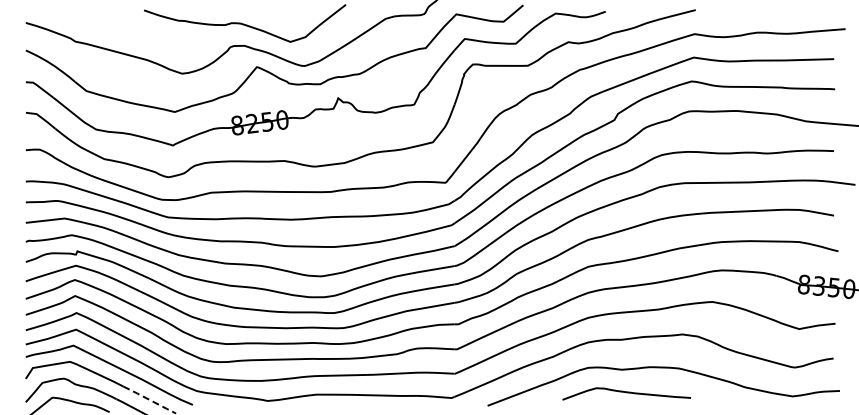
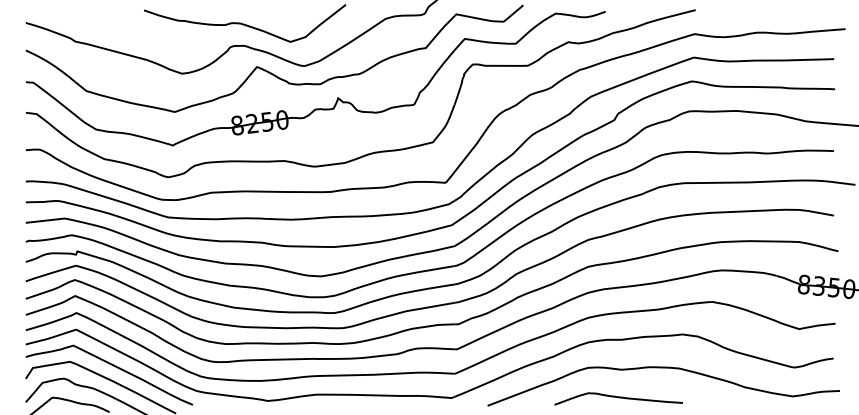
curve at (626, 393) position: (626, 393) -> (618, 398)
line at (150, 400): dashed -> solid
